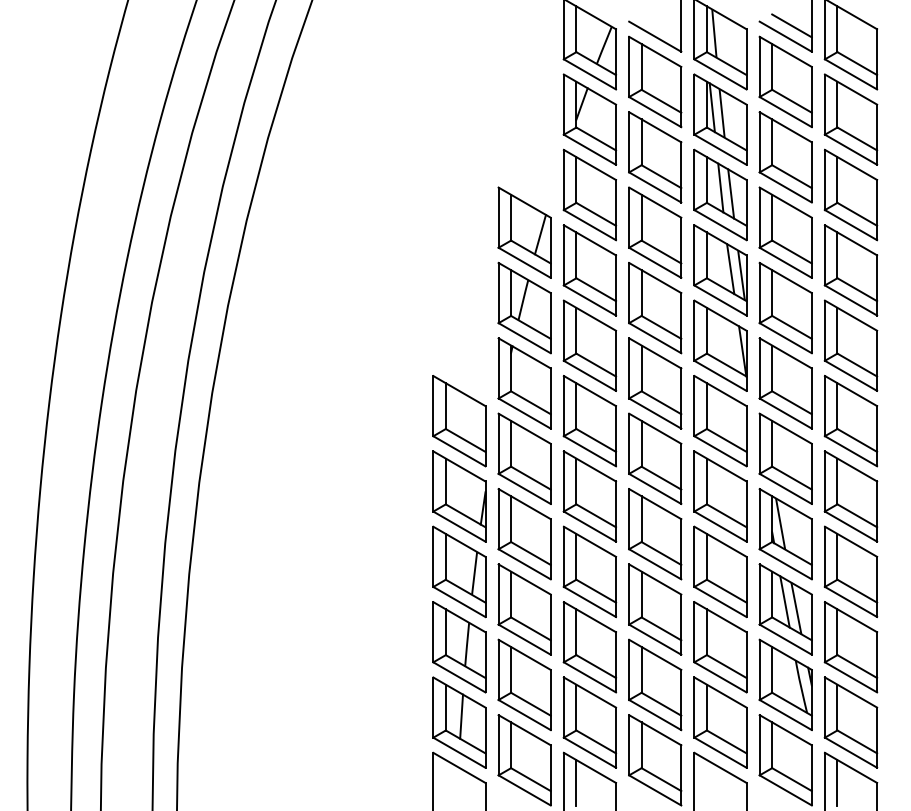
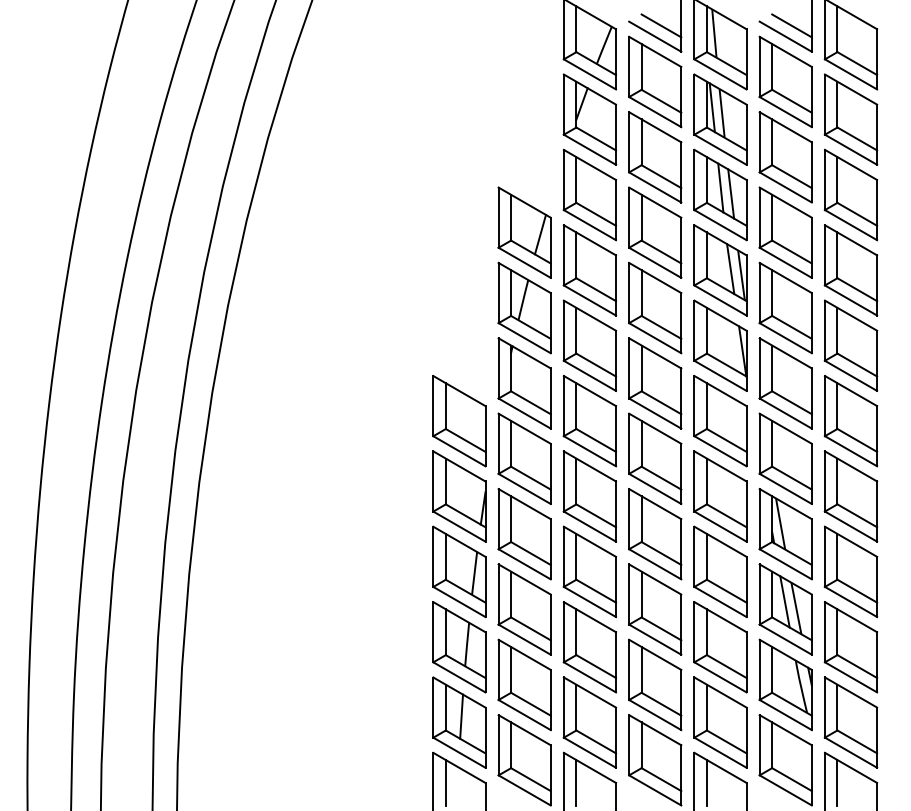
line at (661, 25): none -> present
line at (445, 782): none -> present
line at (706, 782): none -> present
